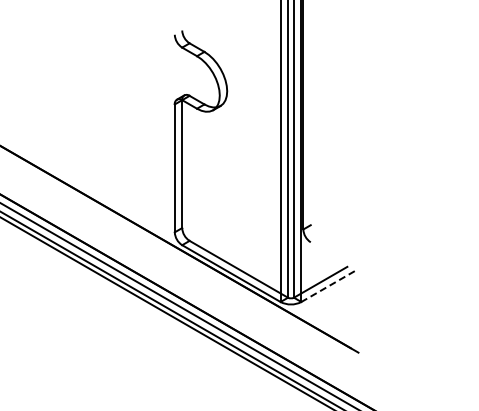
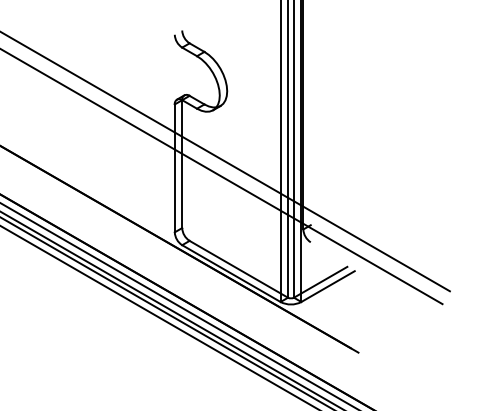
line at (225, 161): none -> present
line at (222, 177): none -> present
line at (328, 286): dashed -> solid
line at (158, 316): none -> present
